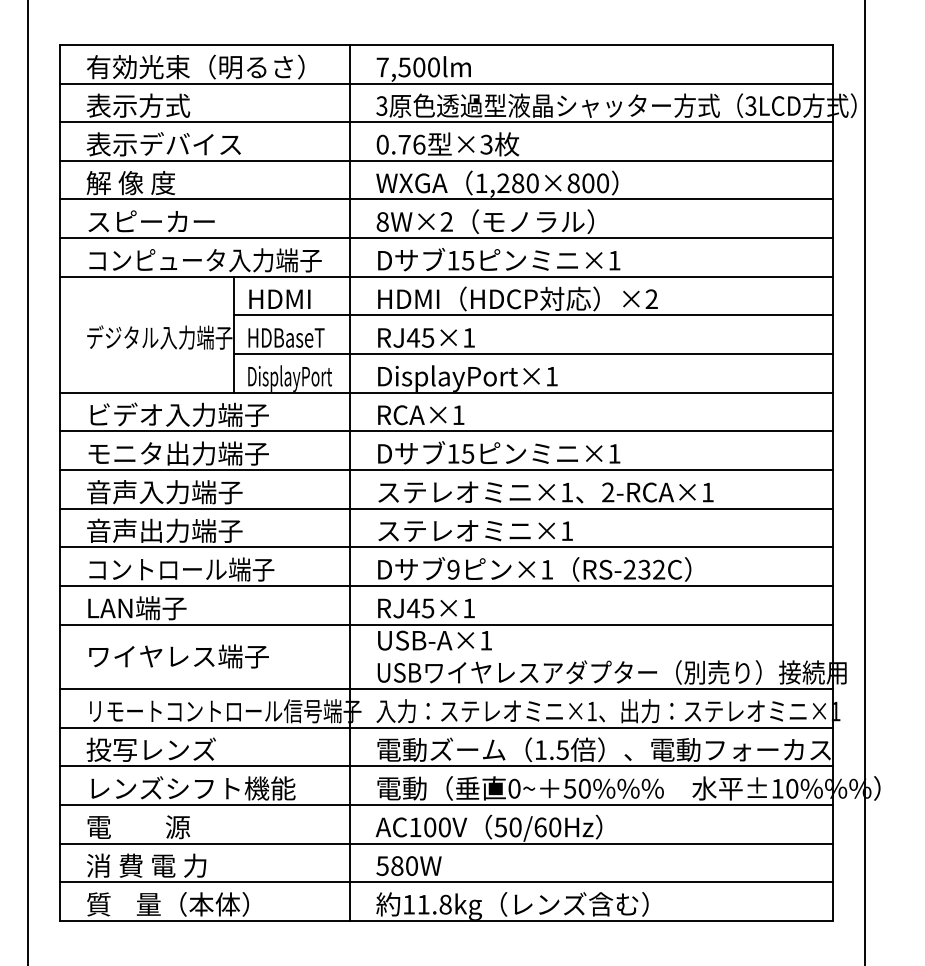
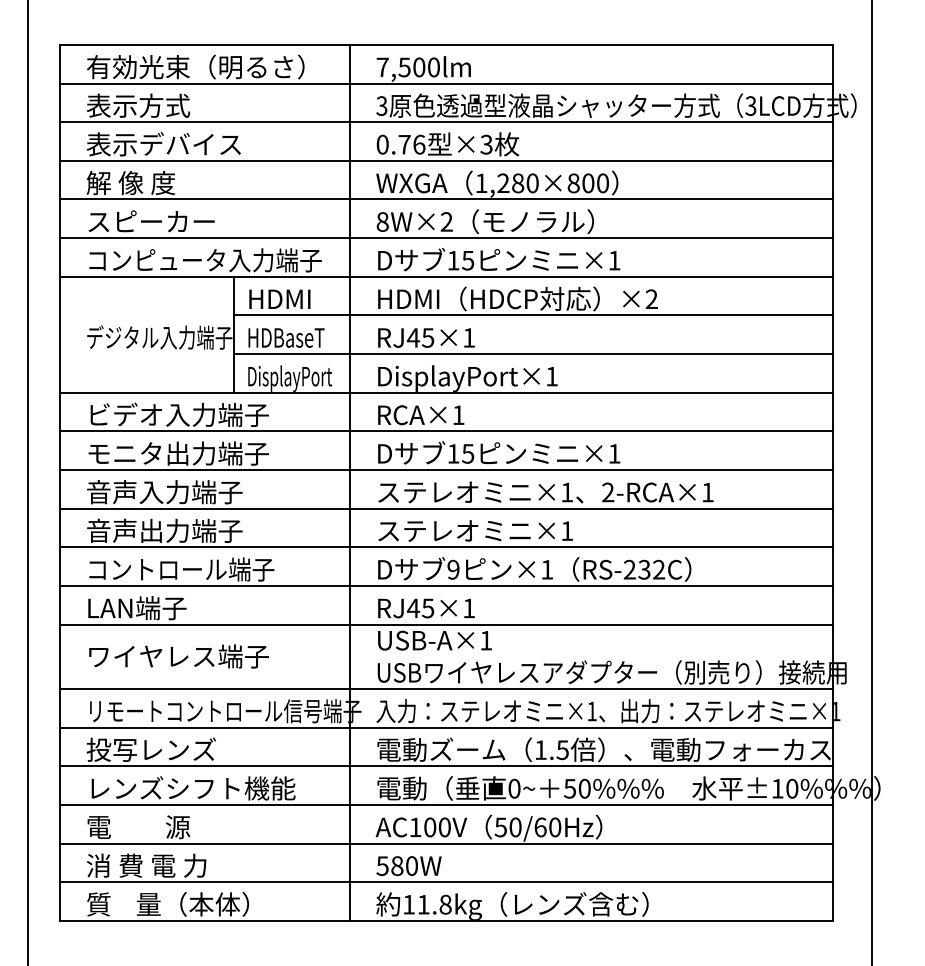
line at (864, 482) position: (864, 482) -> (871, 482)
